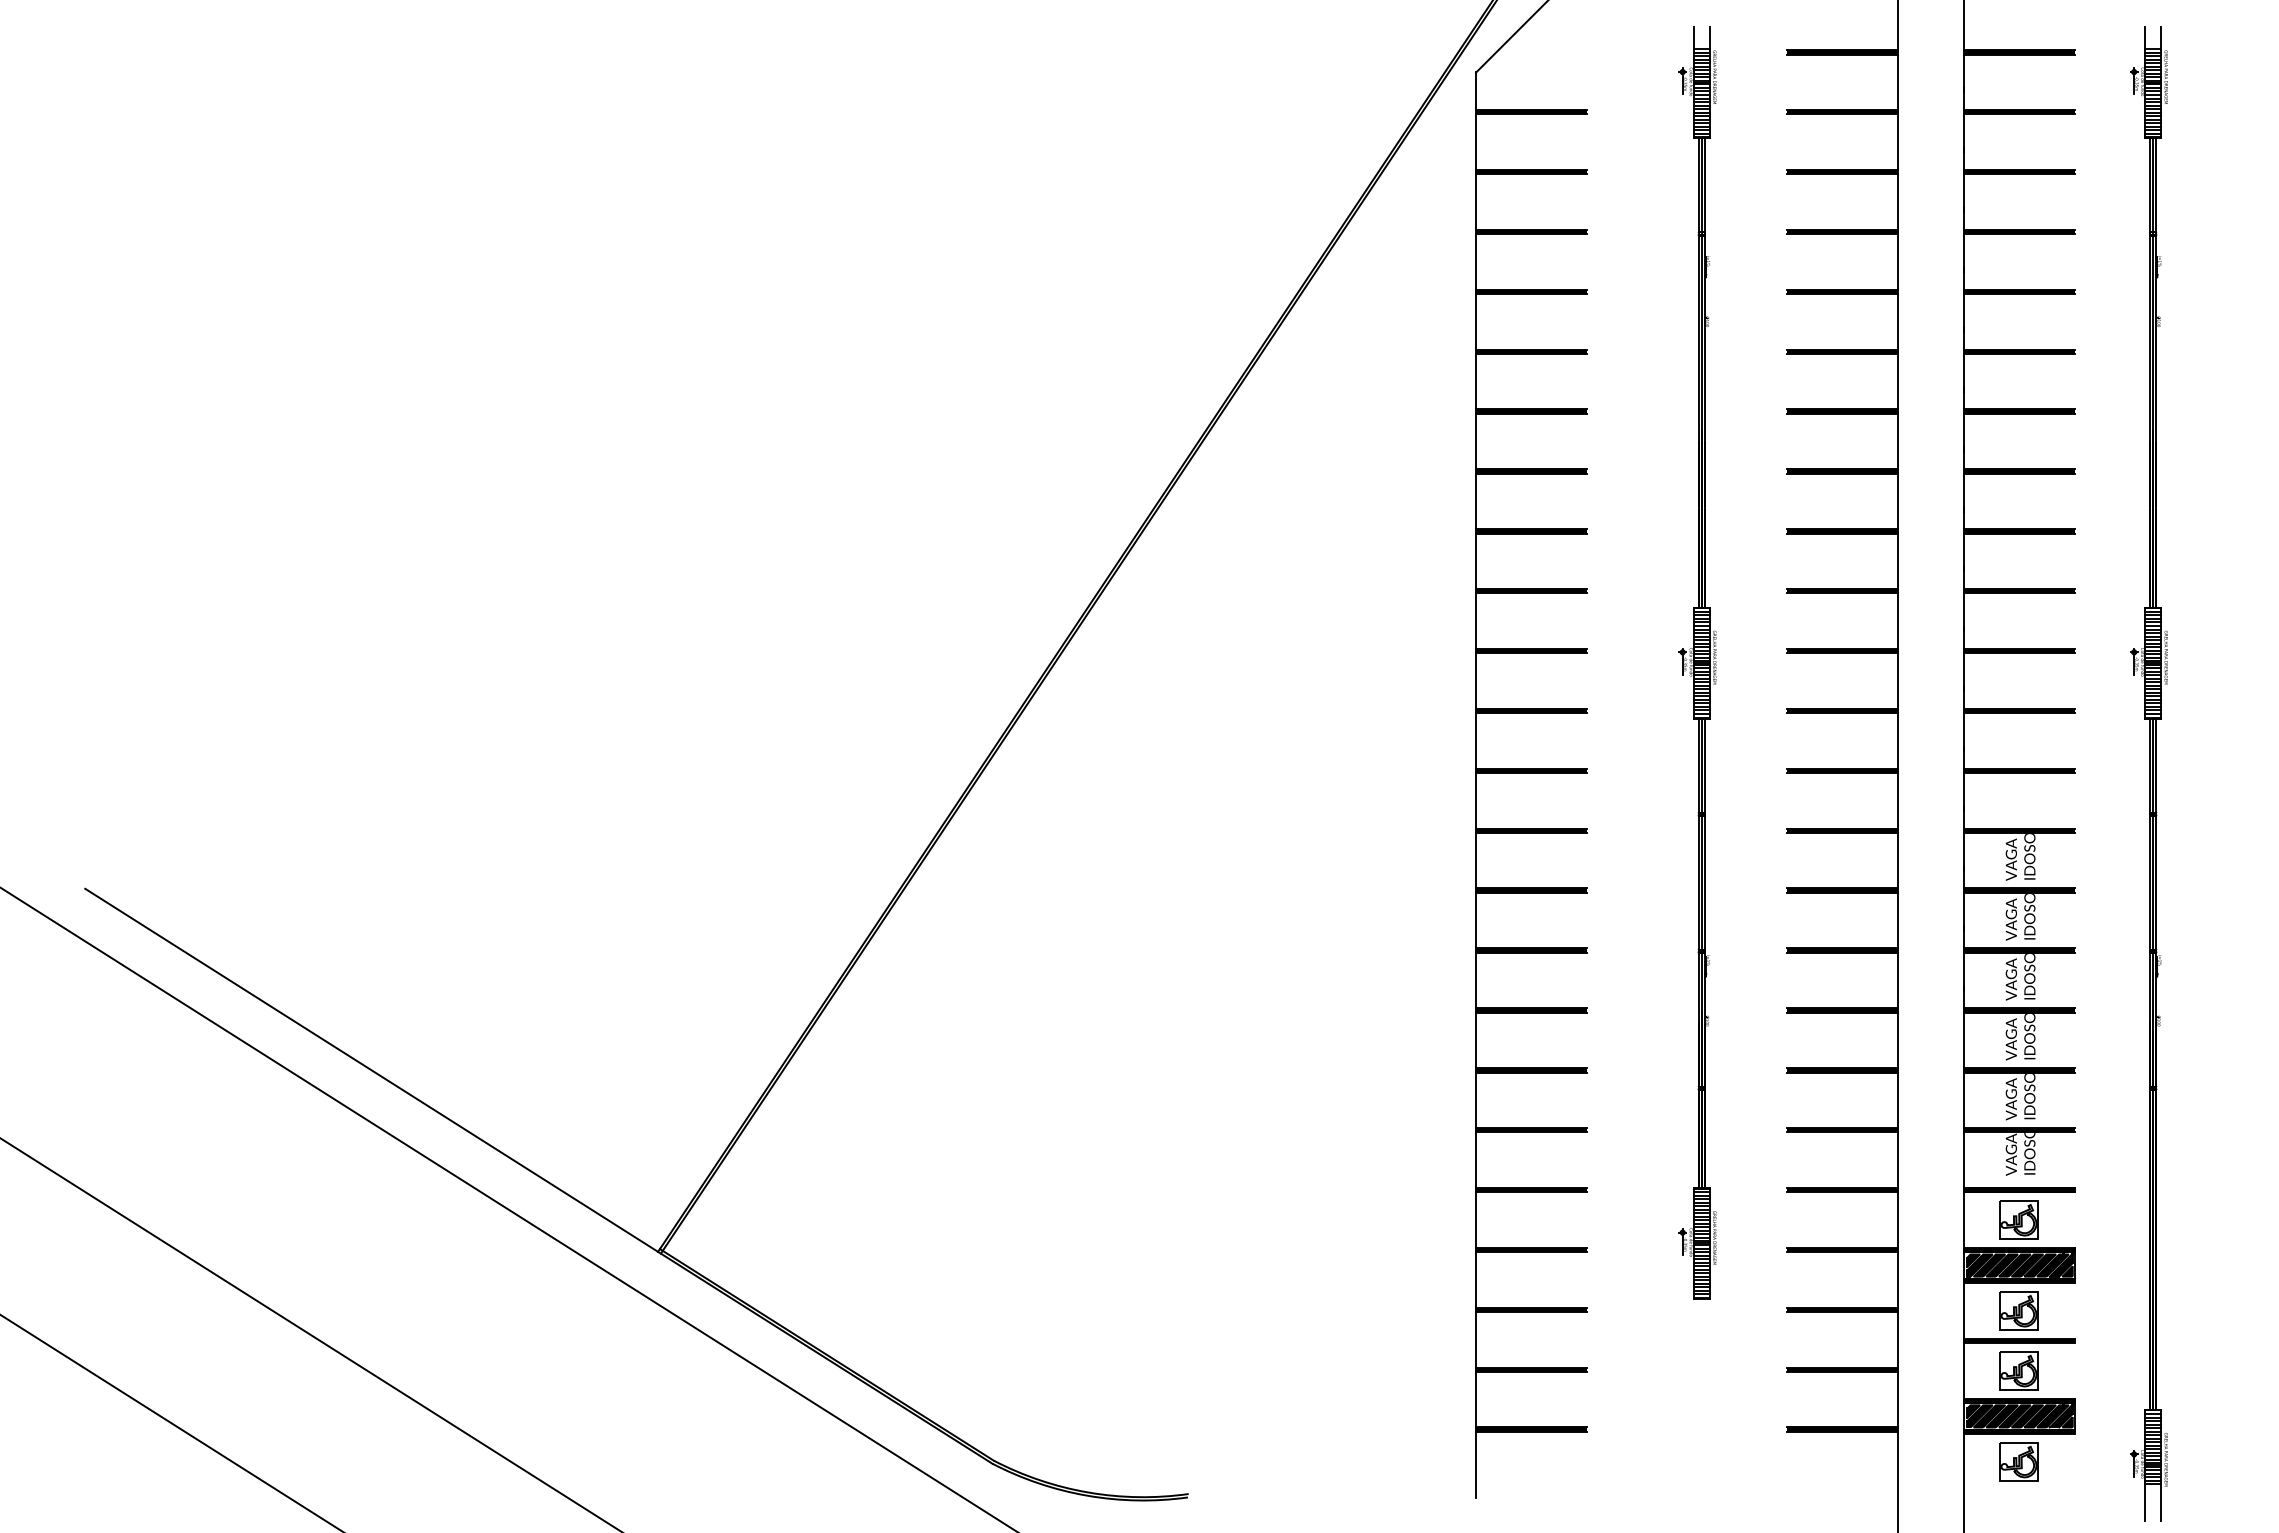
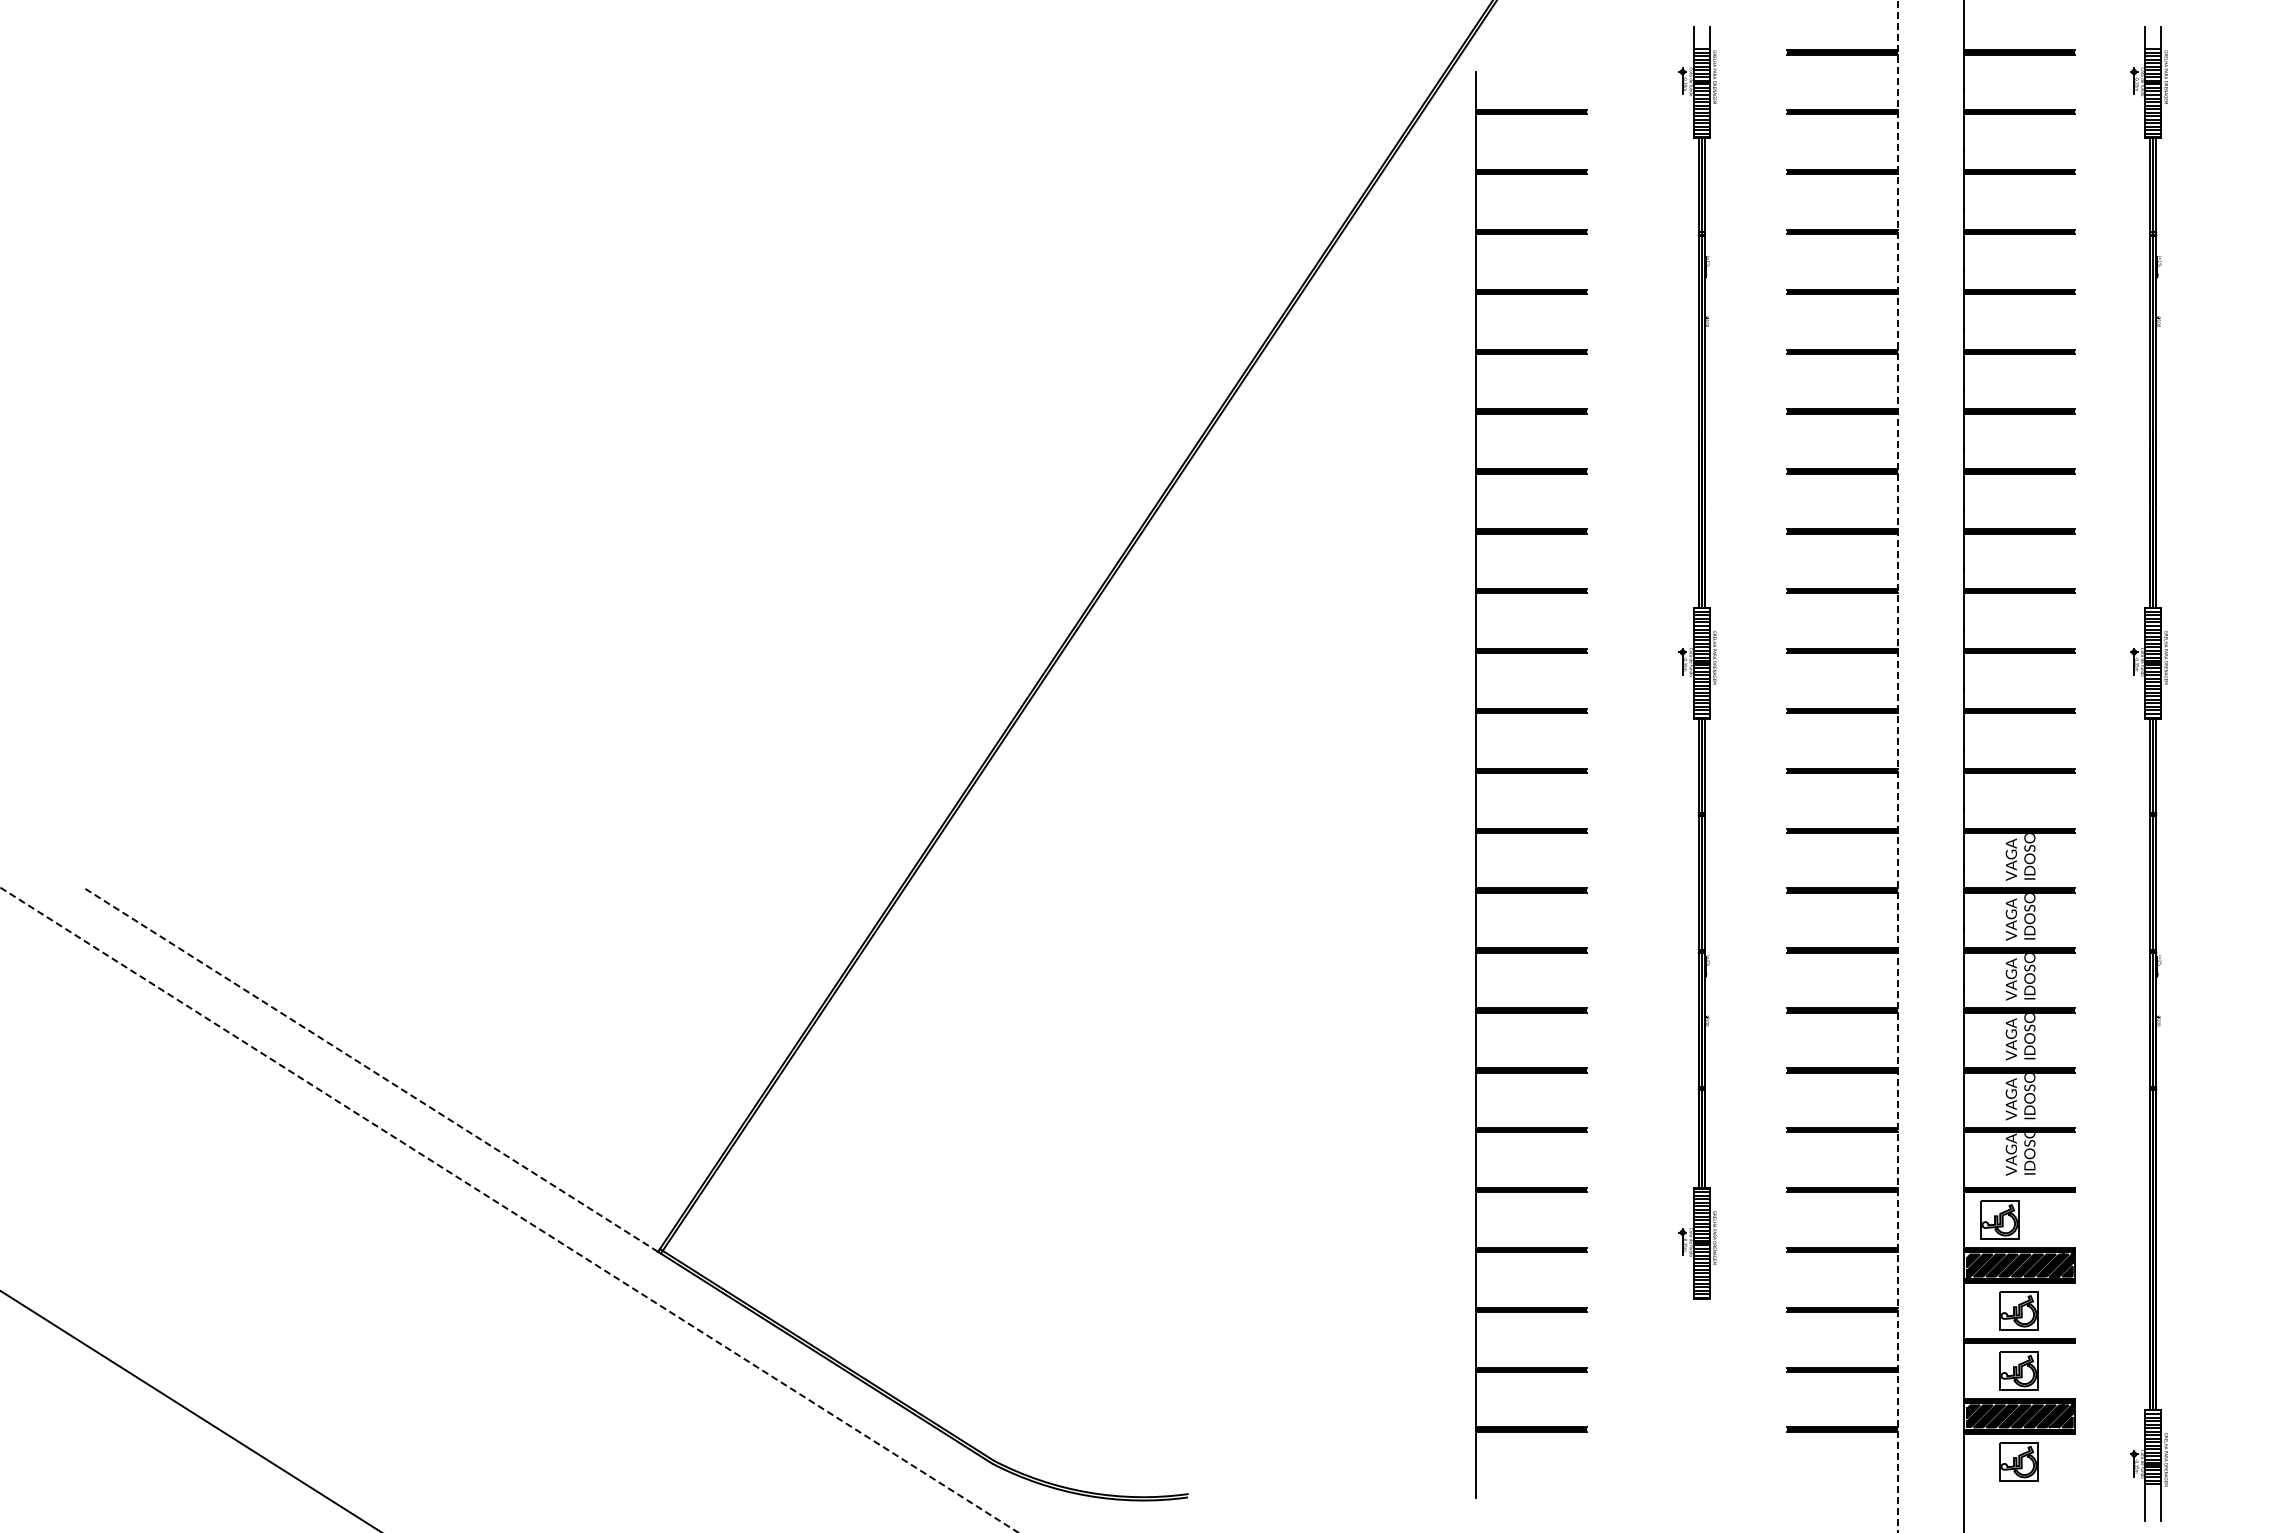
line at (1511, 37): present -> none
line at (1897, 766): solid -> dashed
line at (371, 1070): solid -> dashed
line at (509, 1210): solid -> dashed
part at (2018, 1219) position: (2018, 1219) -> (1999, 1219)
line at (309, 1334): present -> none
line at (170, 1422) position: (170, 1422) -> (189, 1410)
